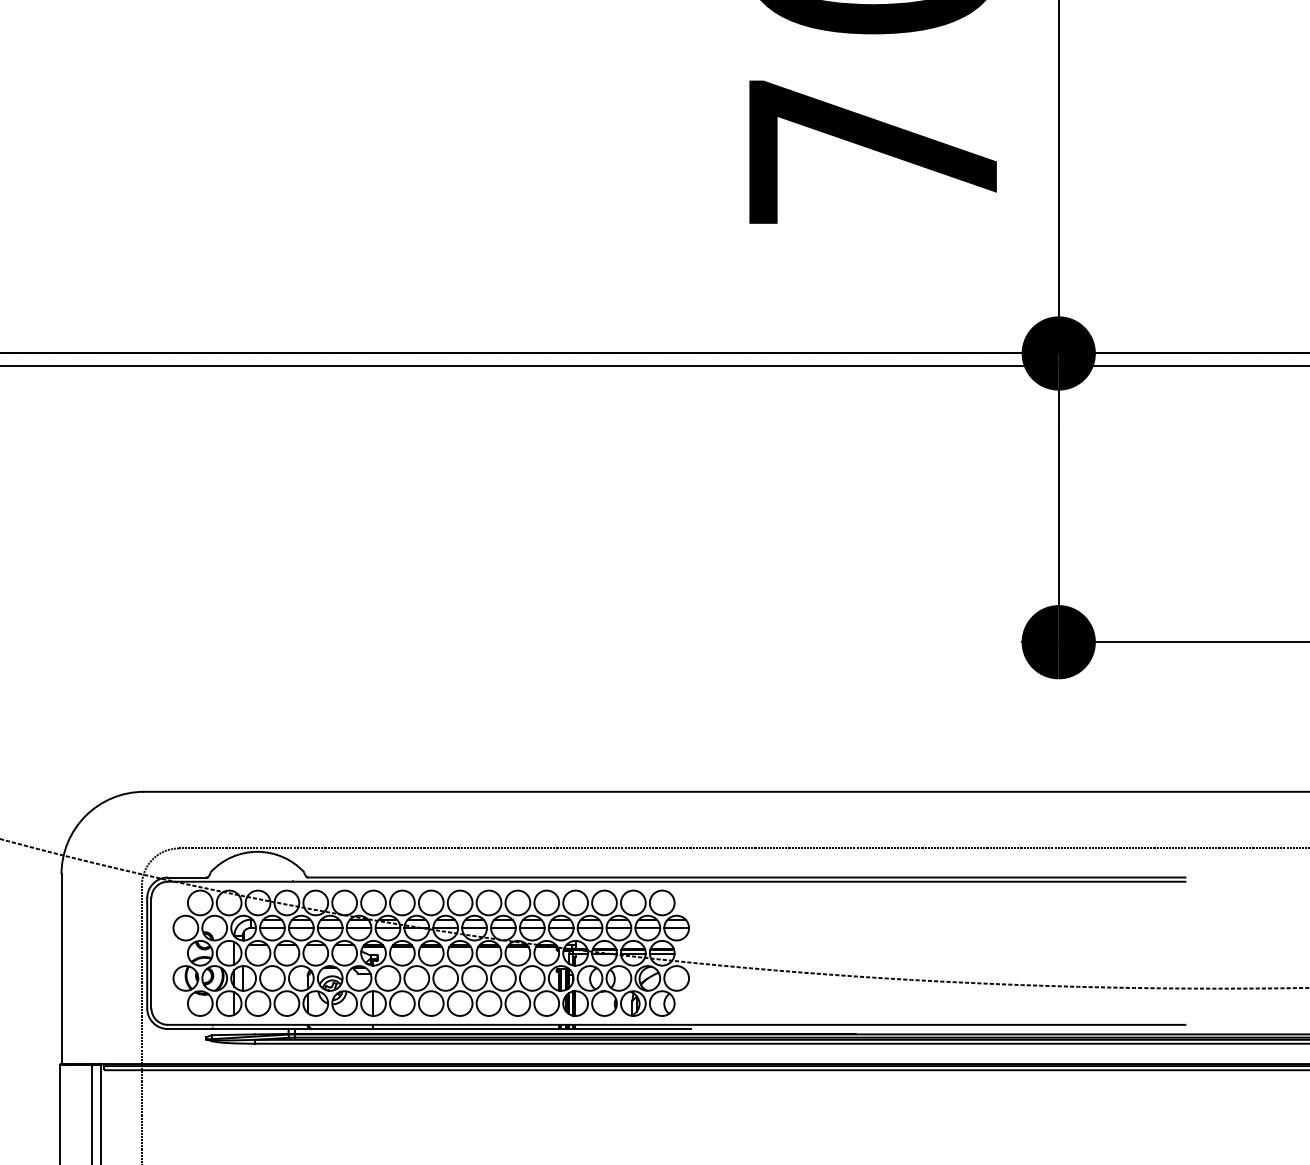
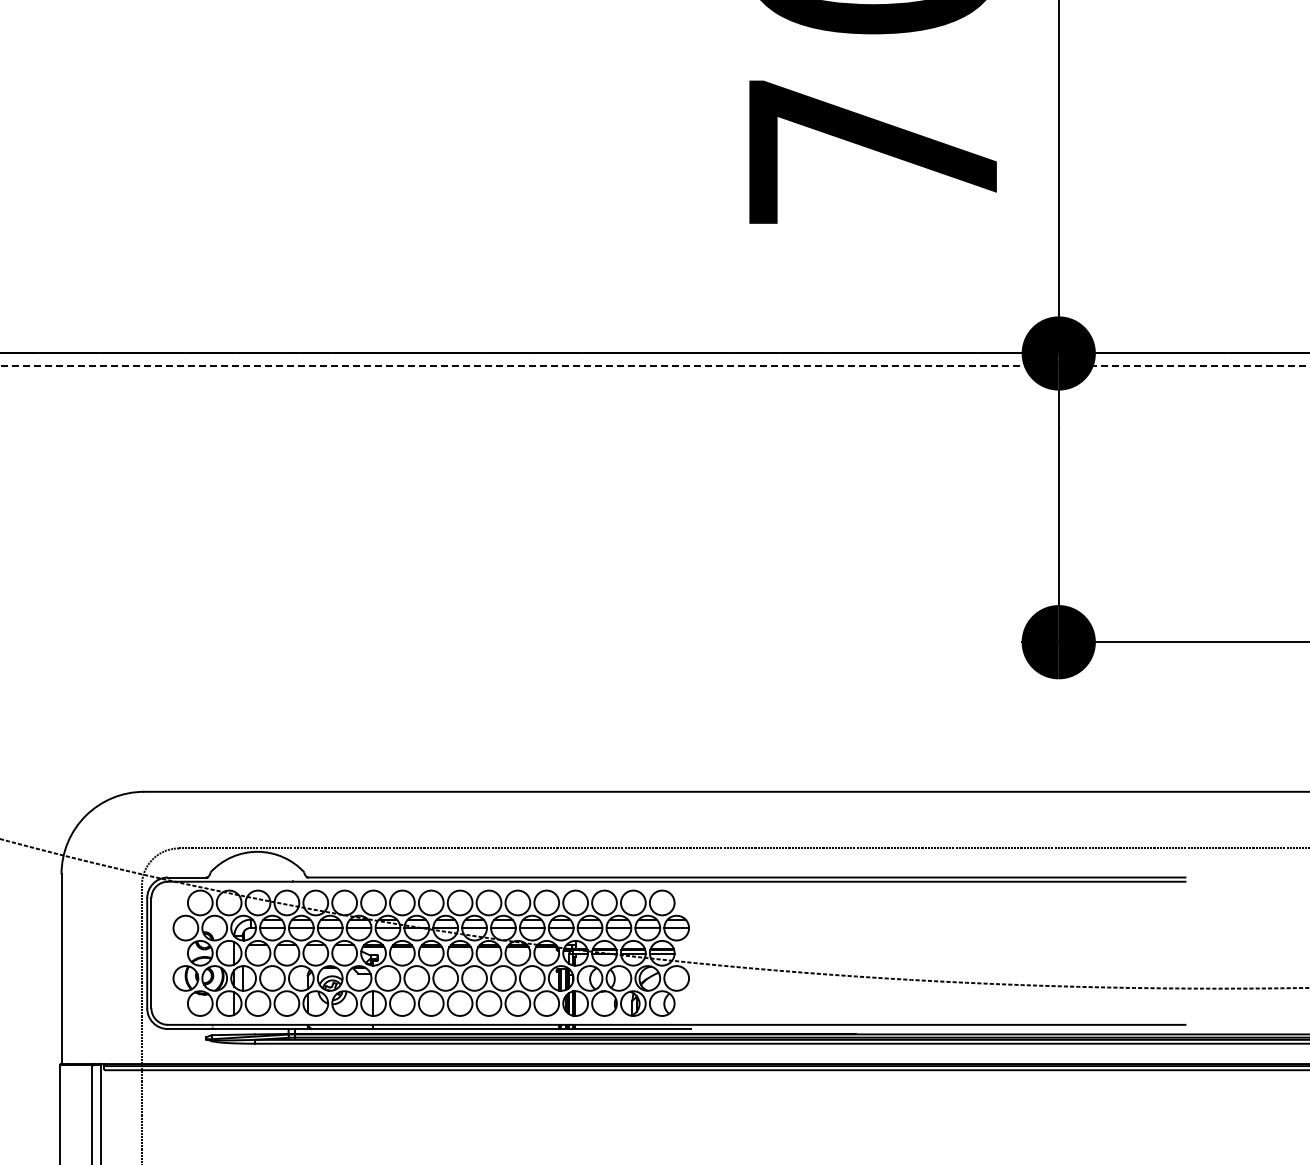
line at (654, 365): solid -> dashed
